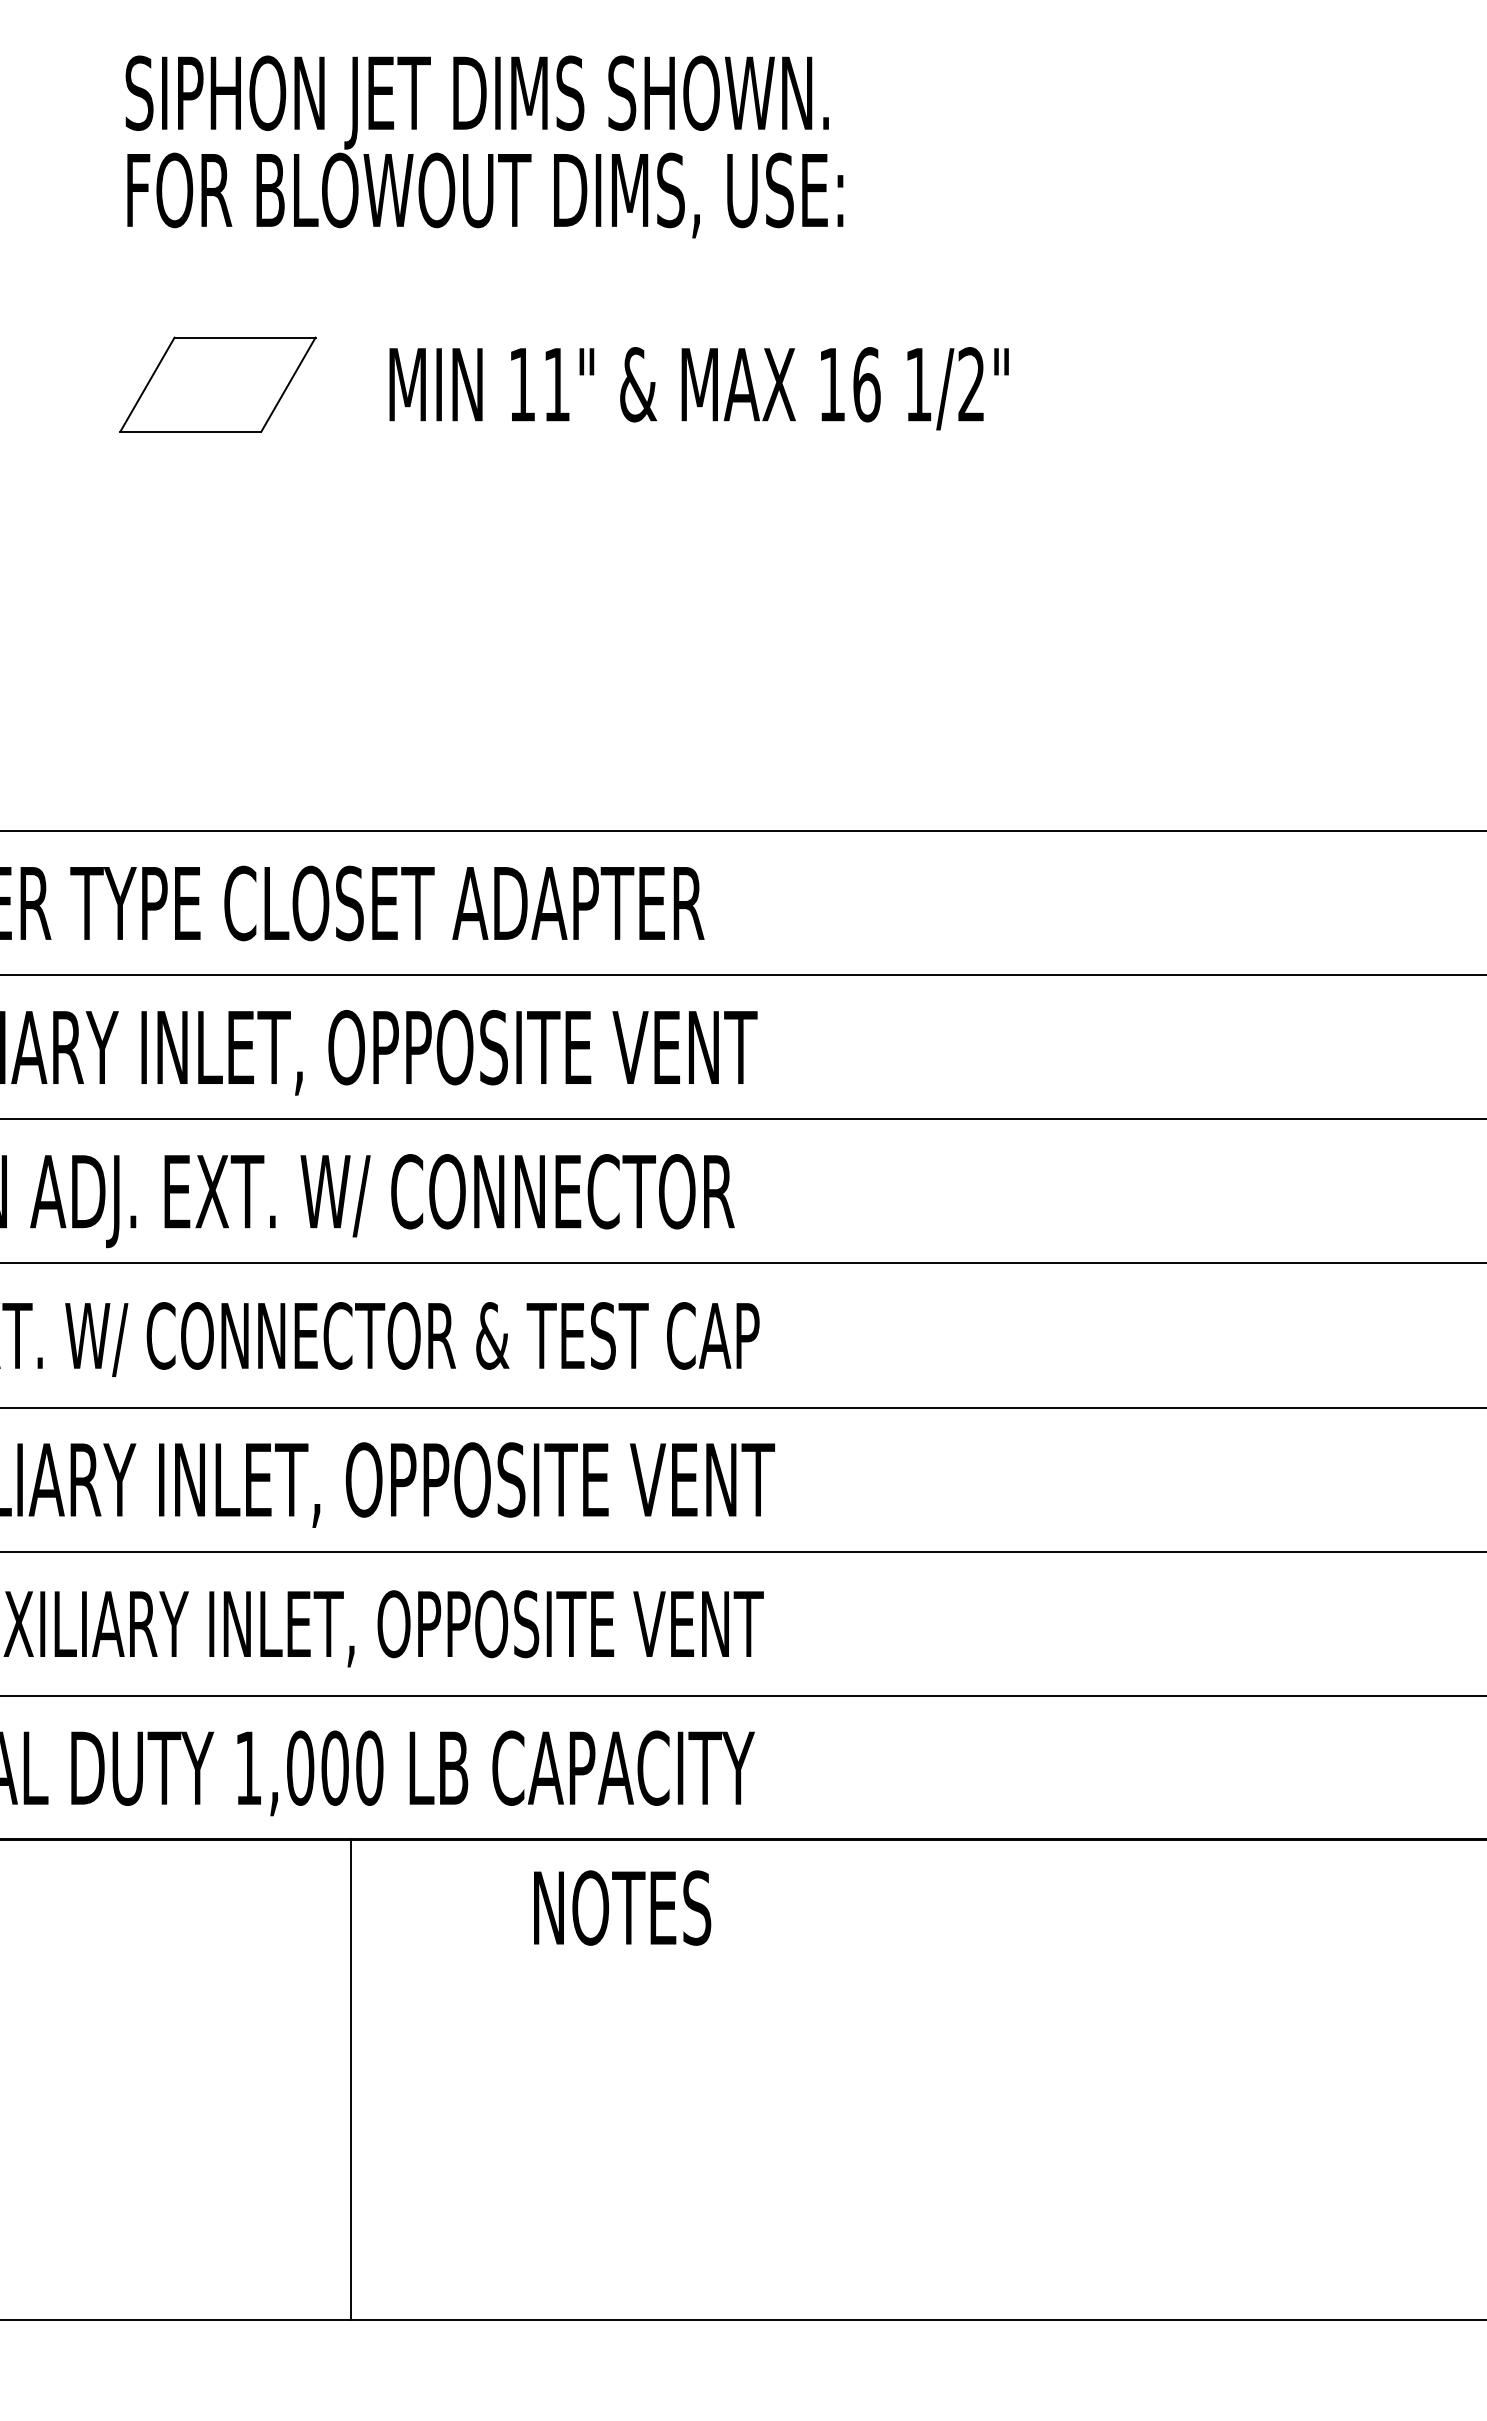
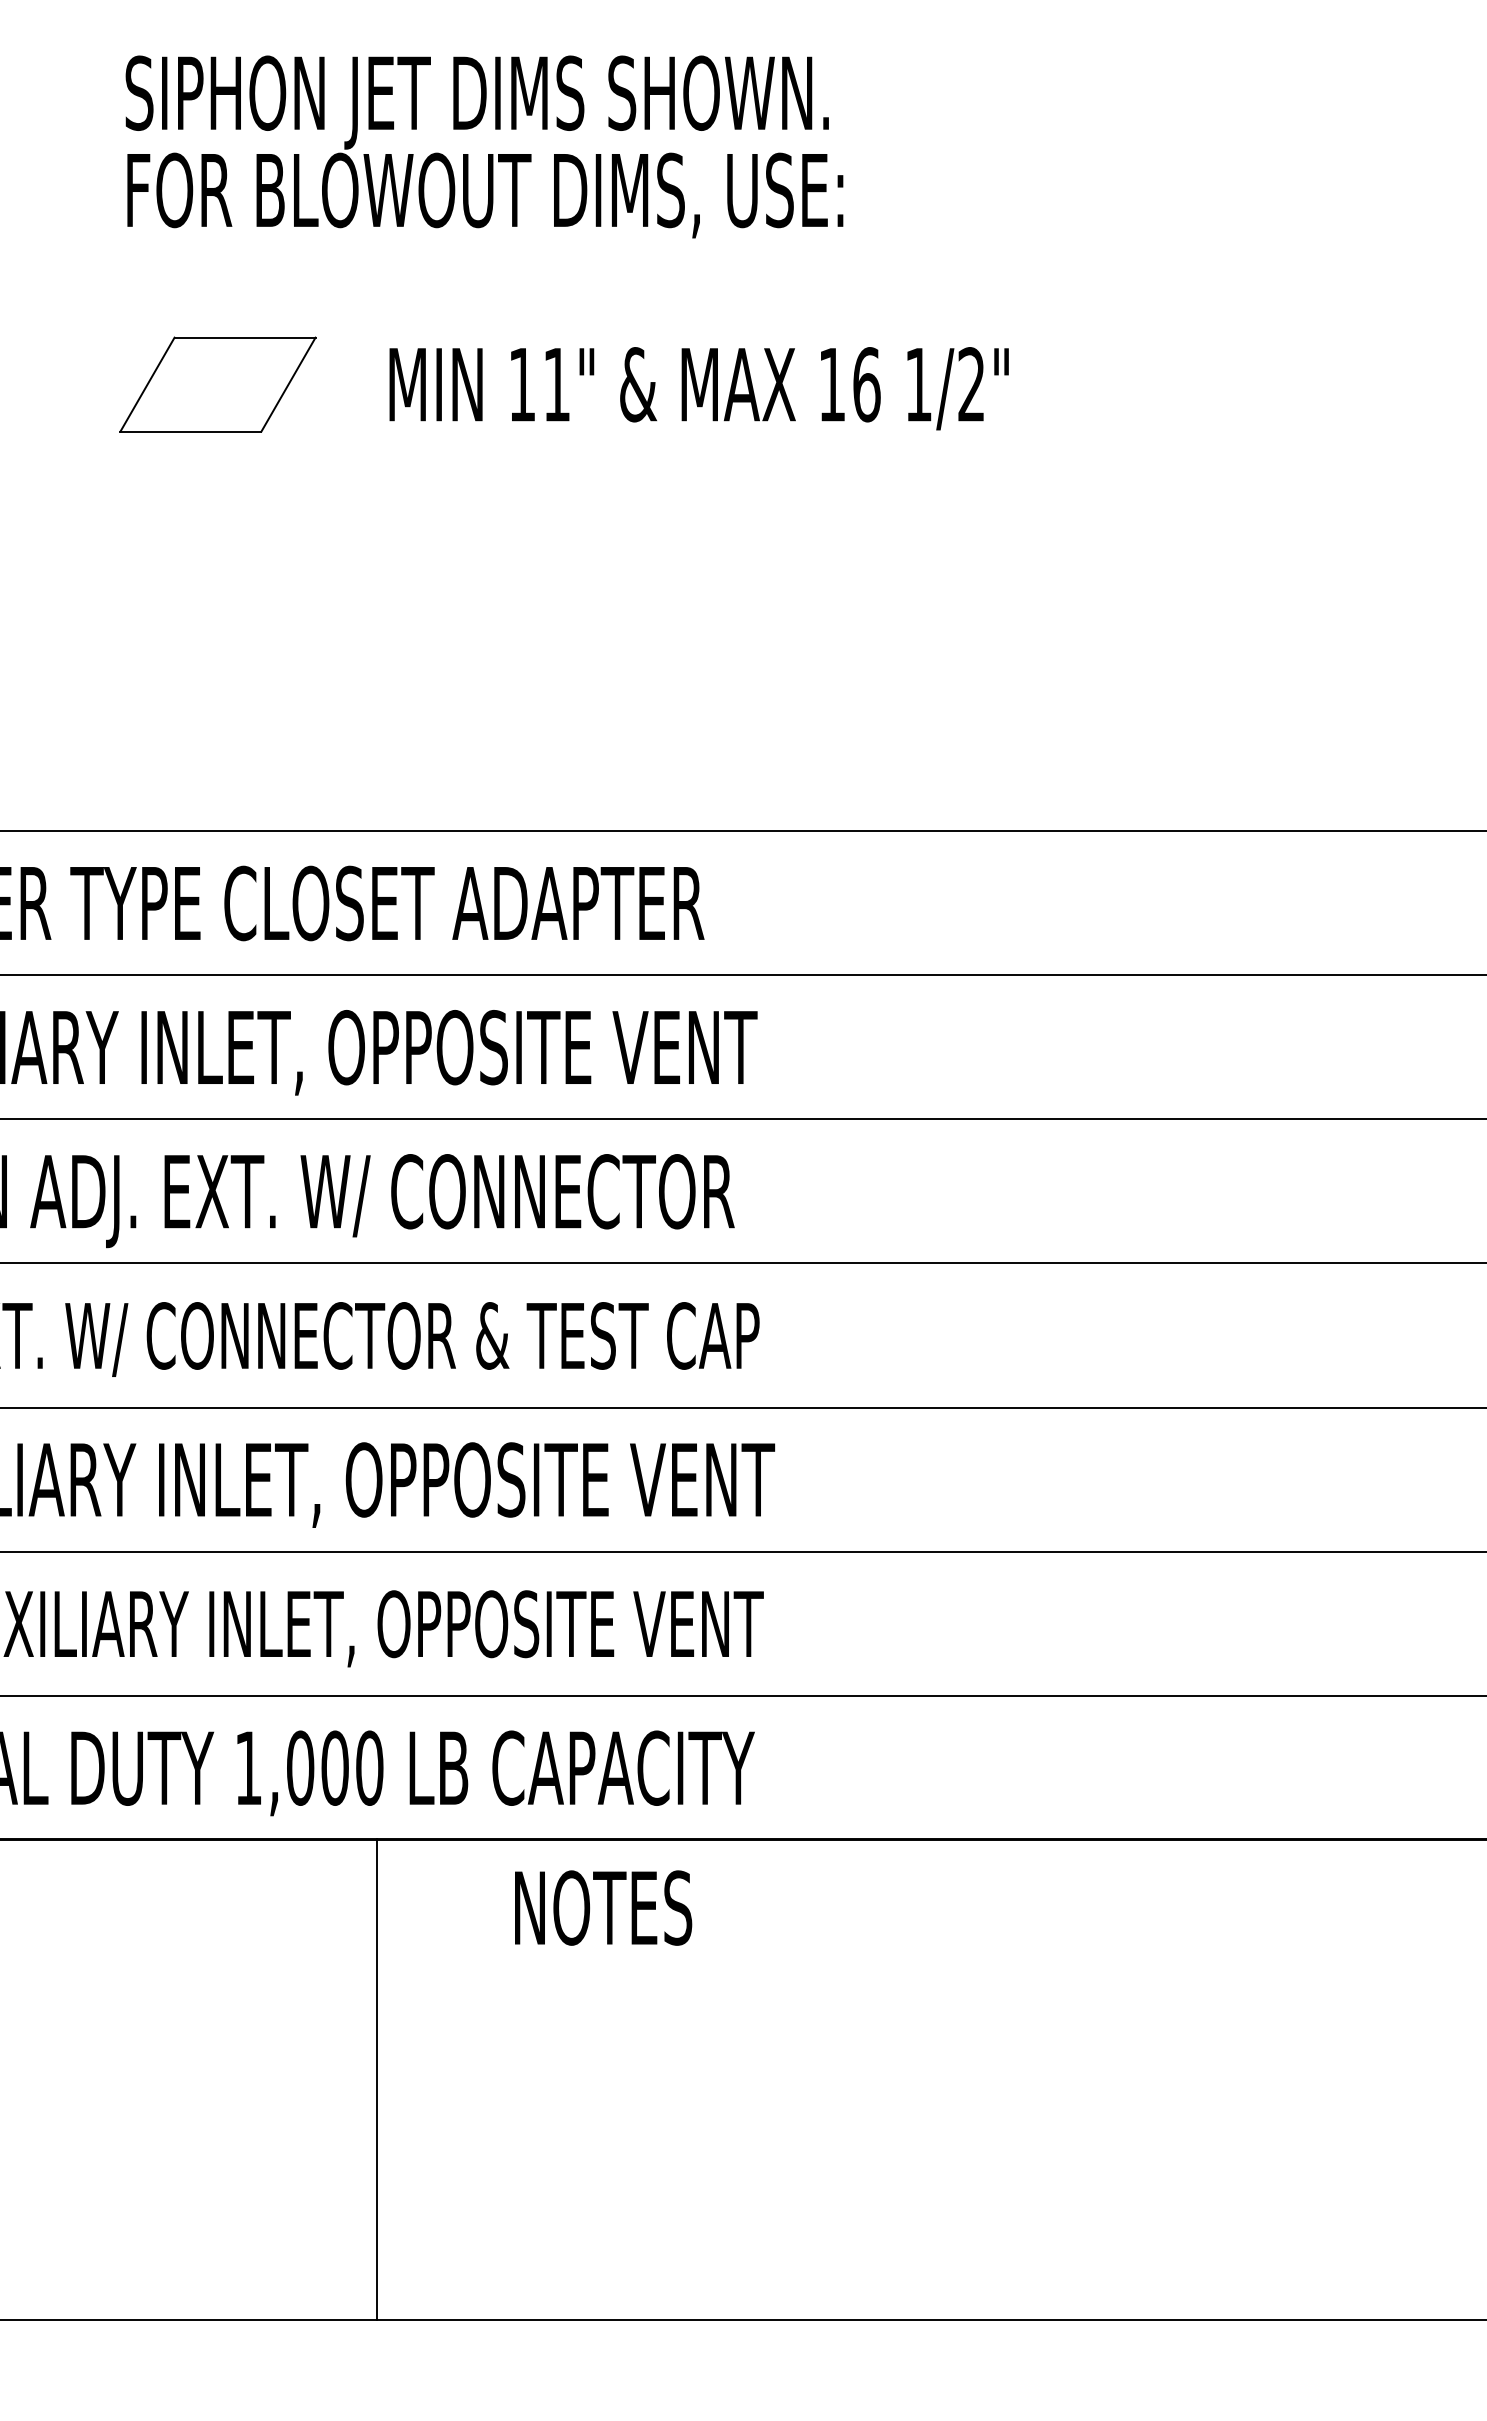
text at (622, 1907) position: (622, 1907) -> (603, 1907)
line at (351, 2079) position: (351, 2079) -> (377, 2079)
